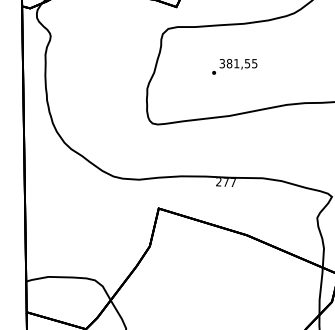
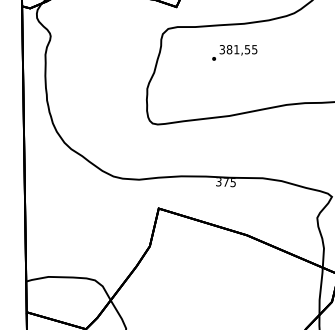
text at (234, 66) position: (234, 66) -> (234, 52)
text at (225, 182): 277 -> 375
